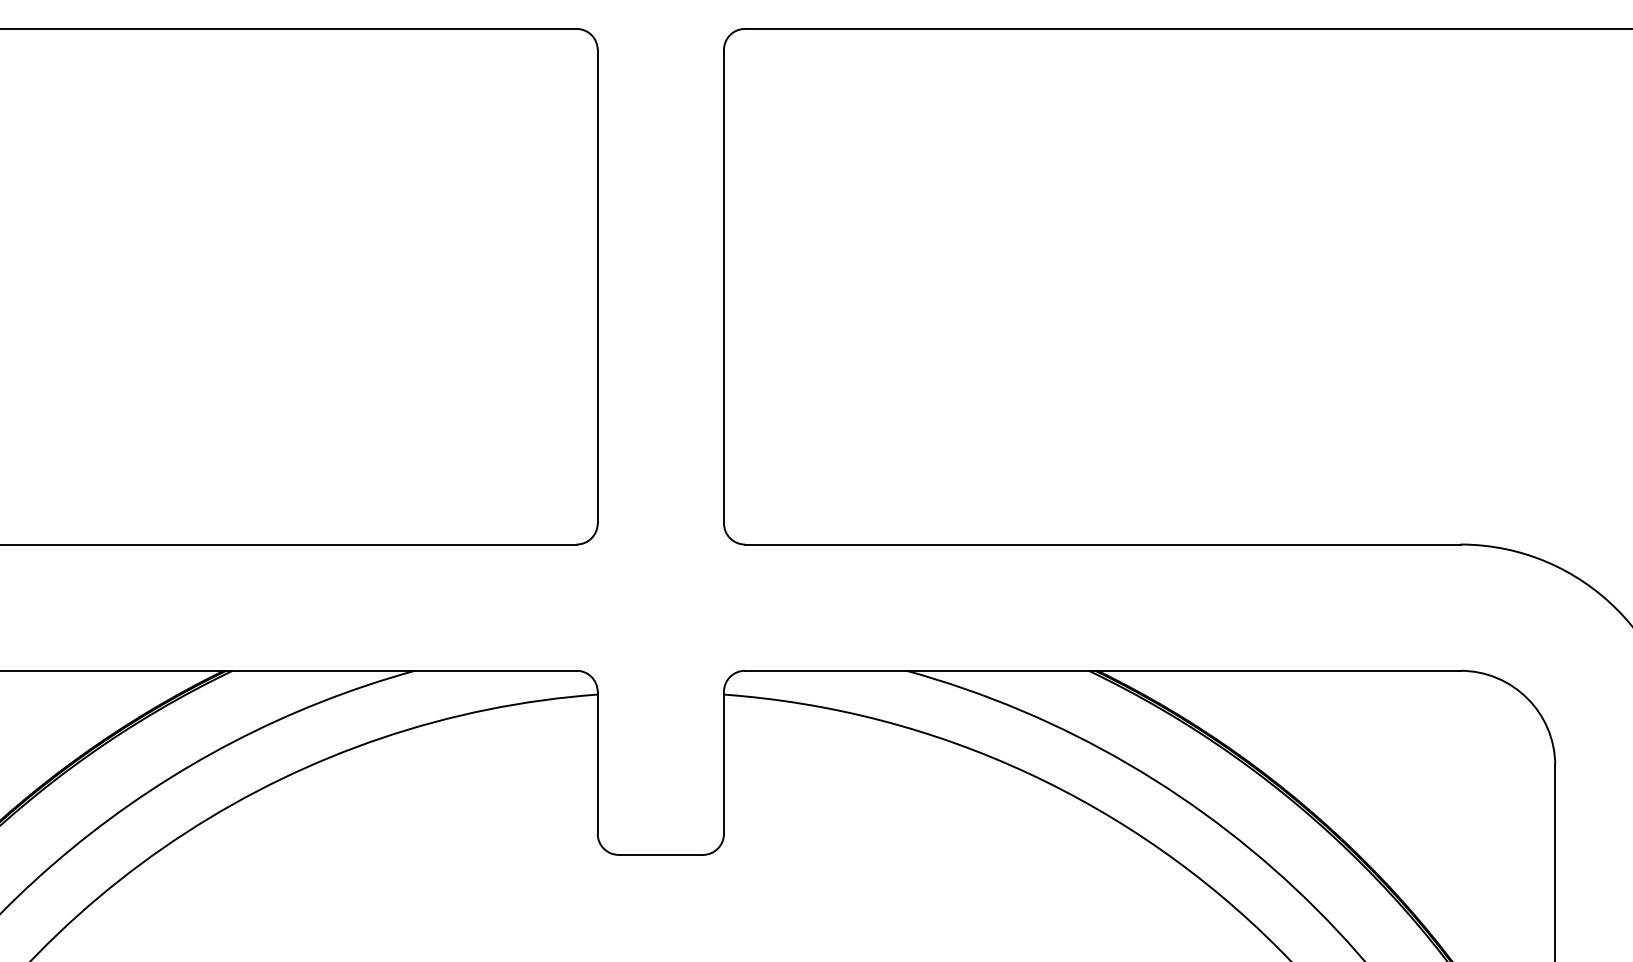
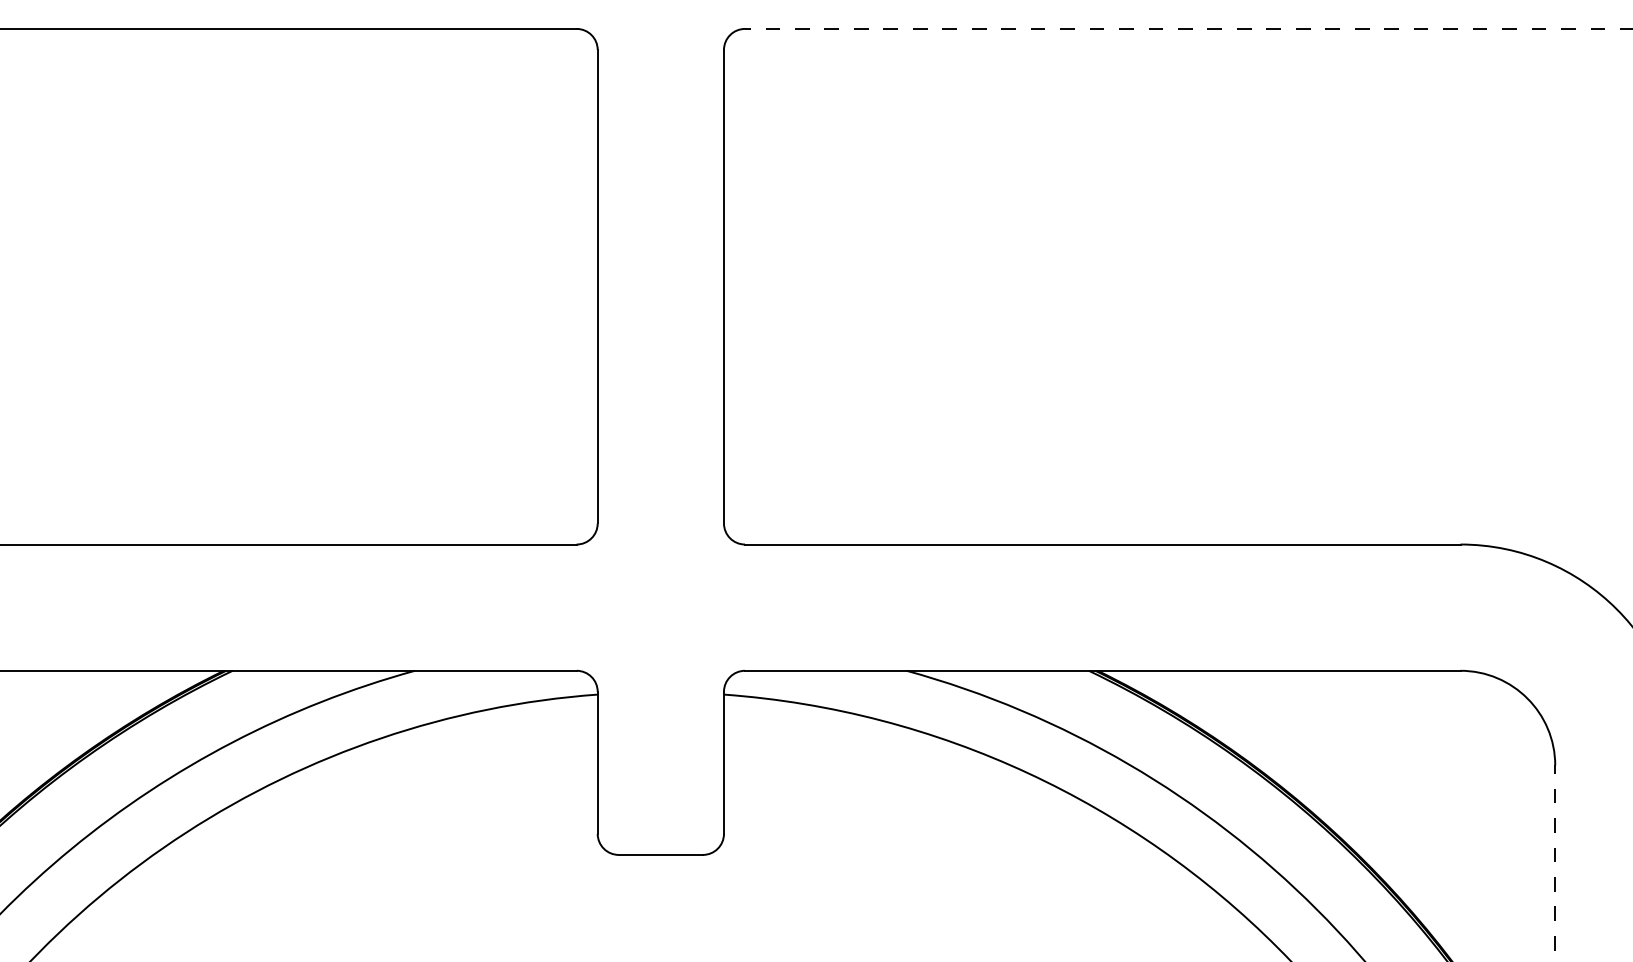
line at (1188, 28): solid -> dashed
line at (1555, 863): solid -> dashed
